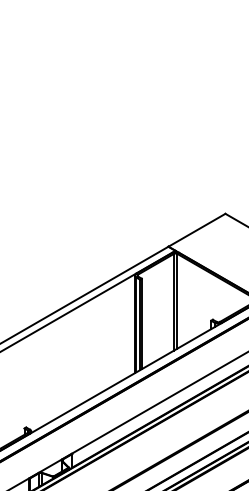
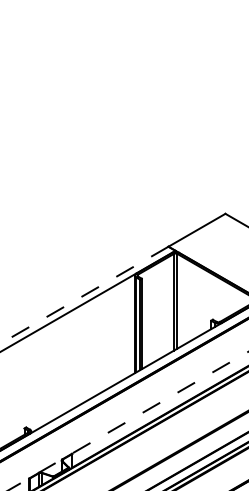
line at (84, 295): solid -> dashed
line at (127, 421): solid -> dashed
